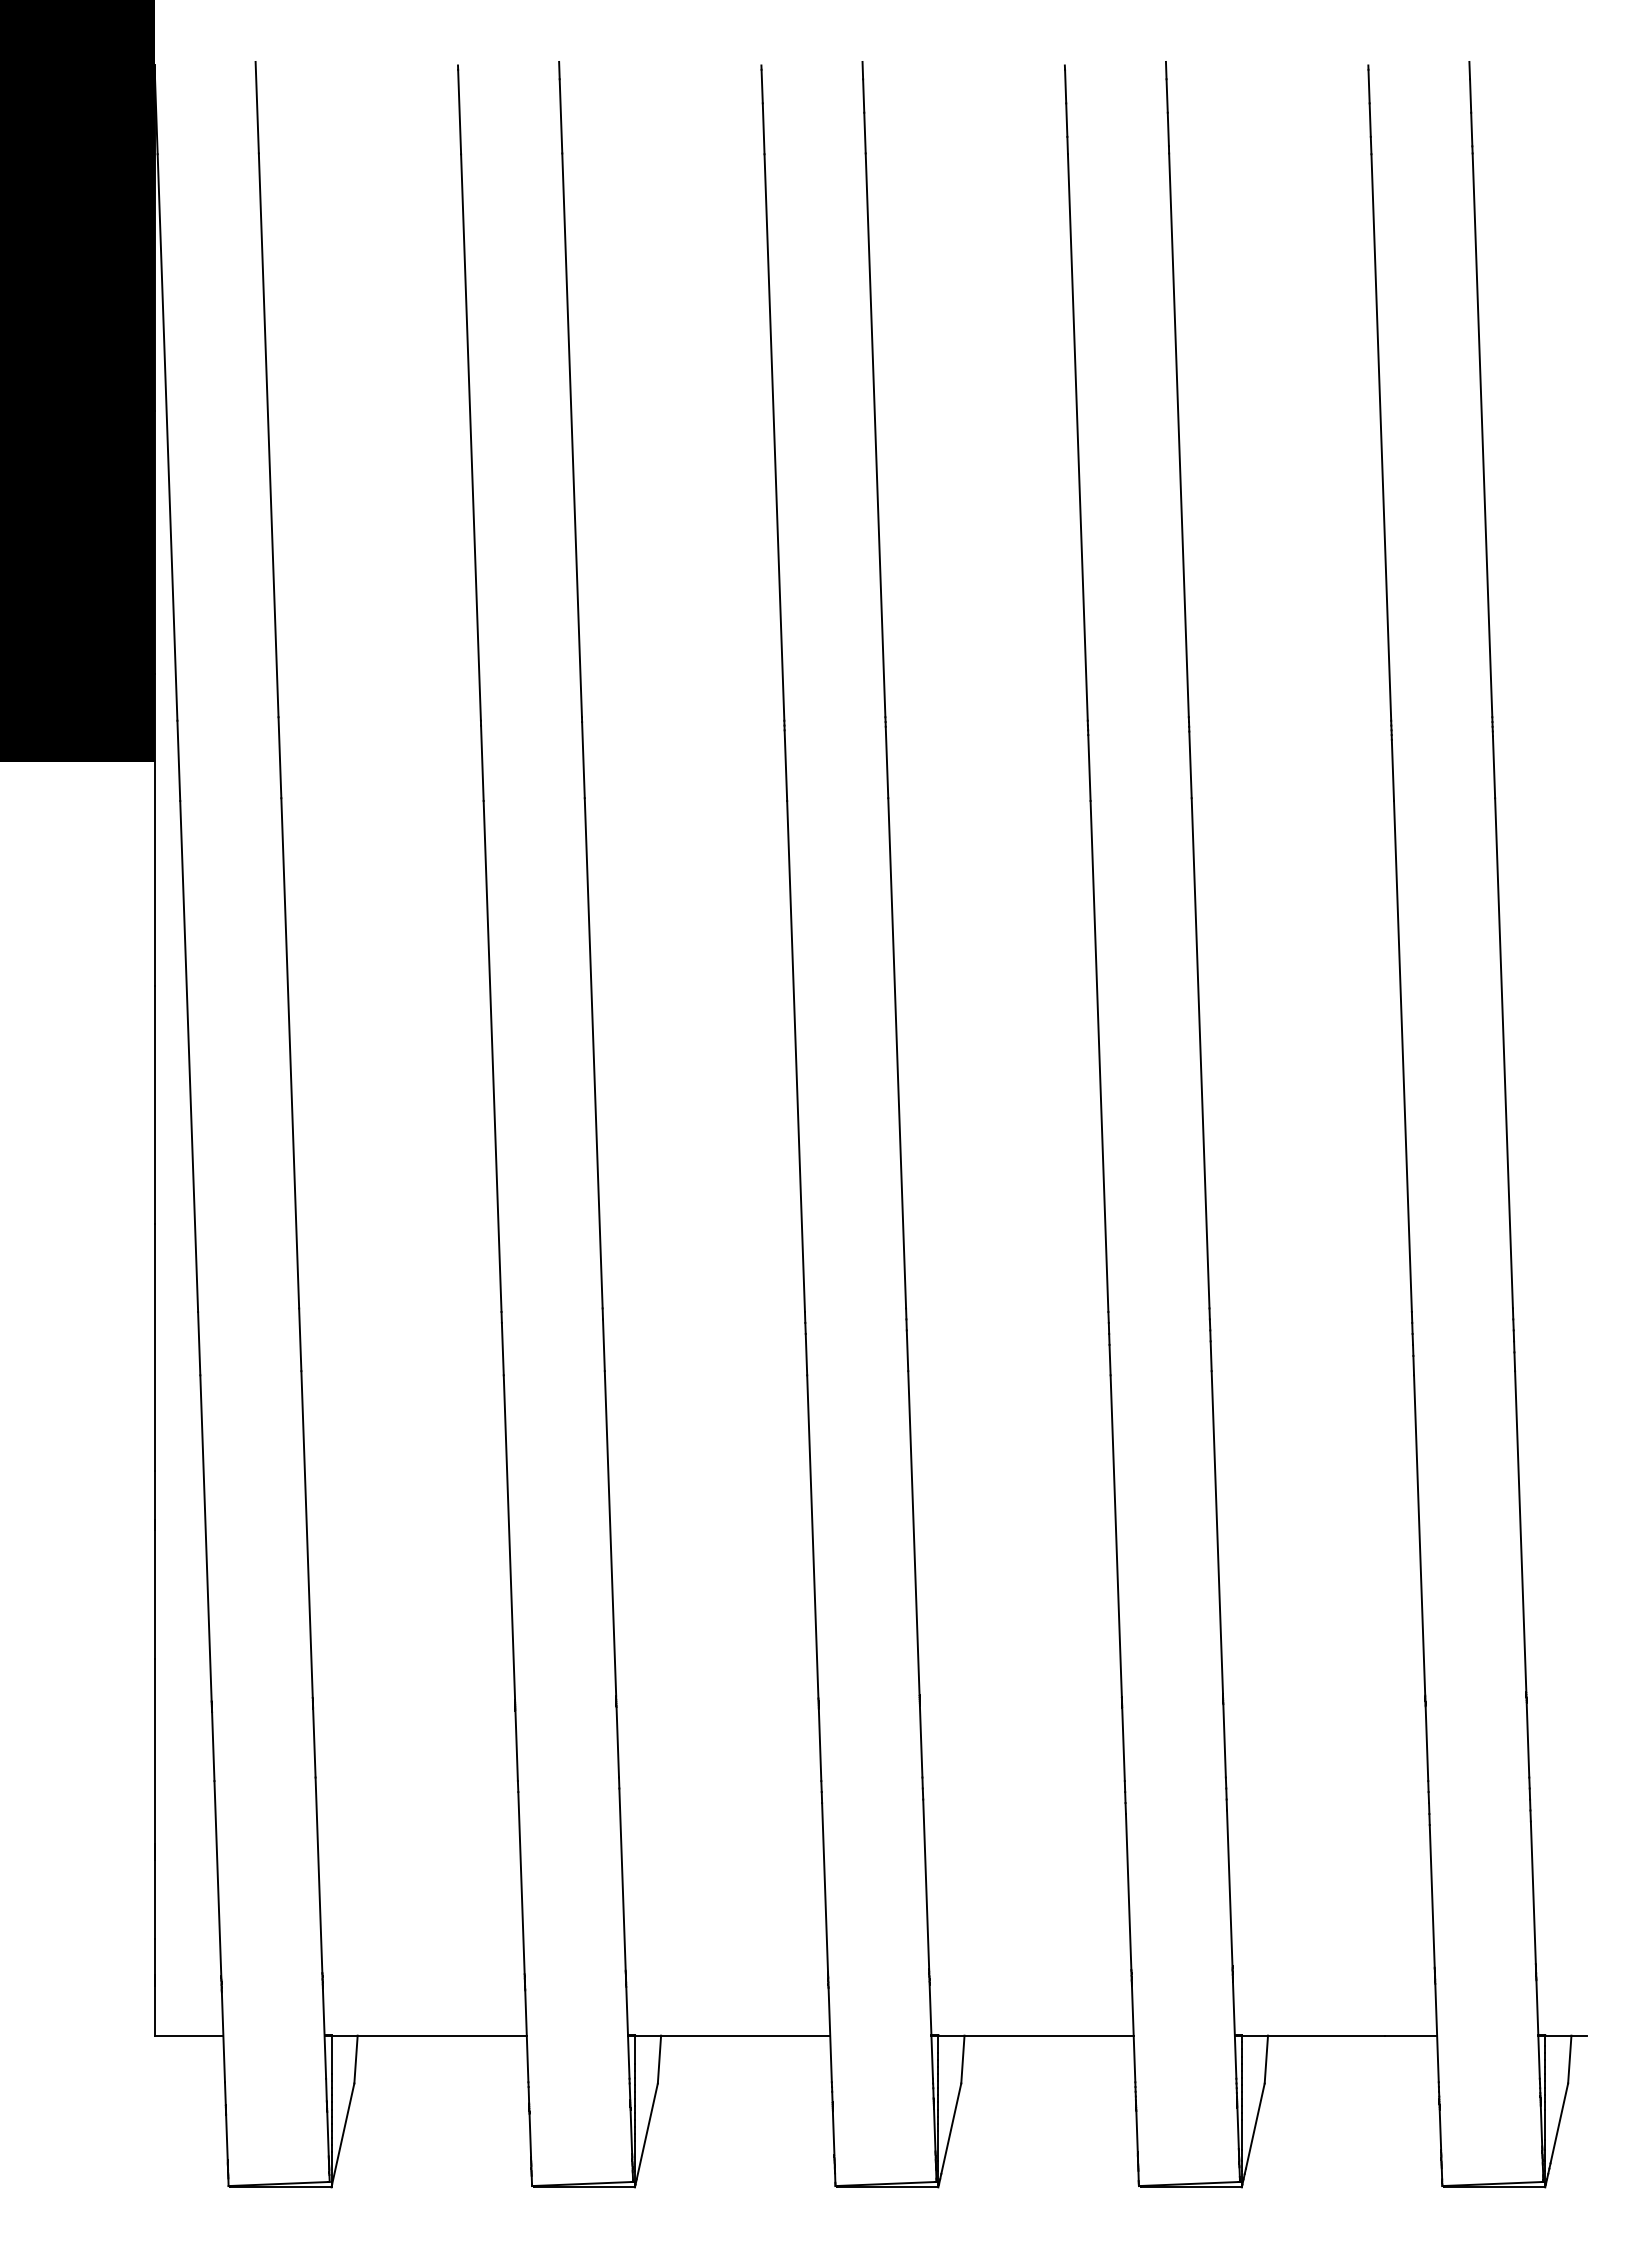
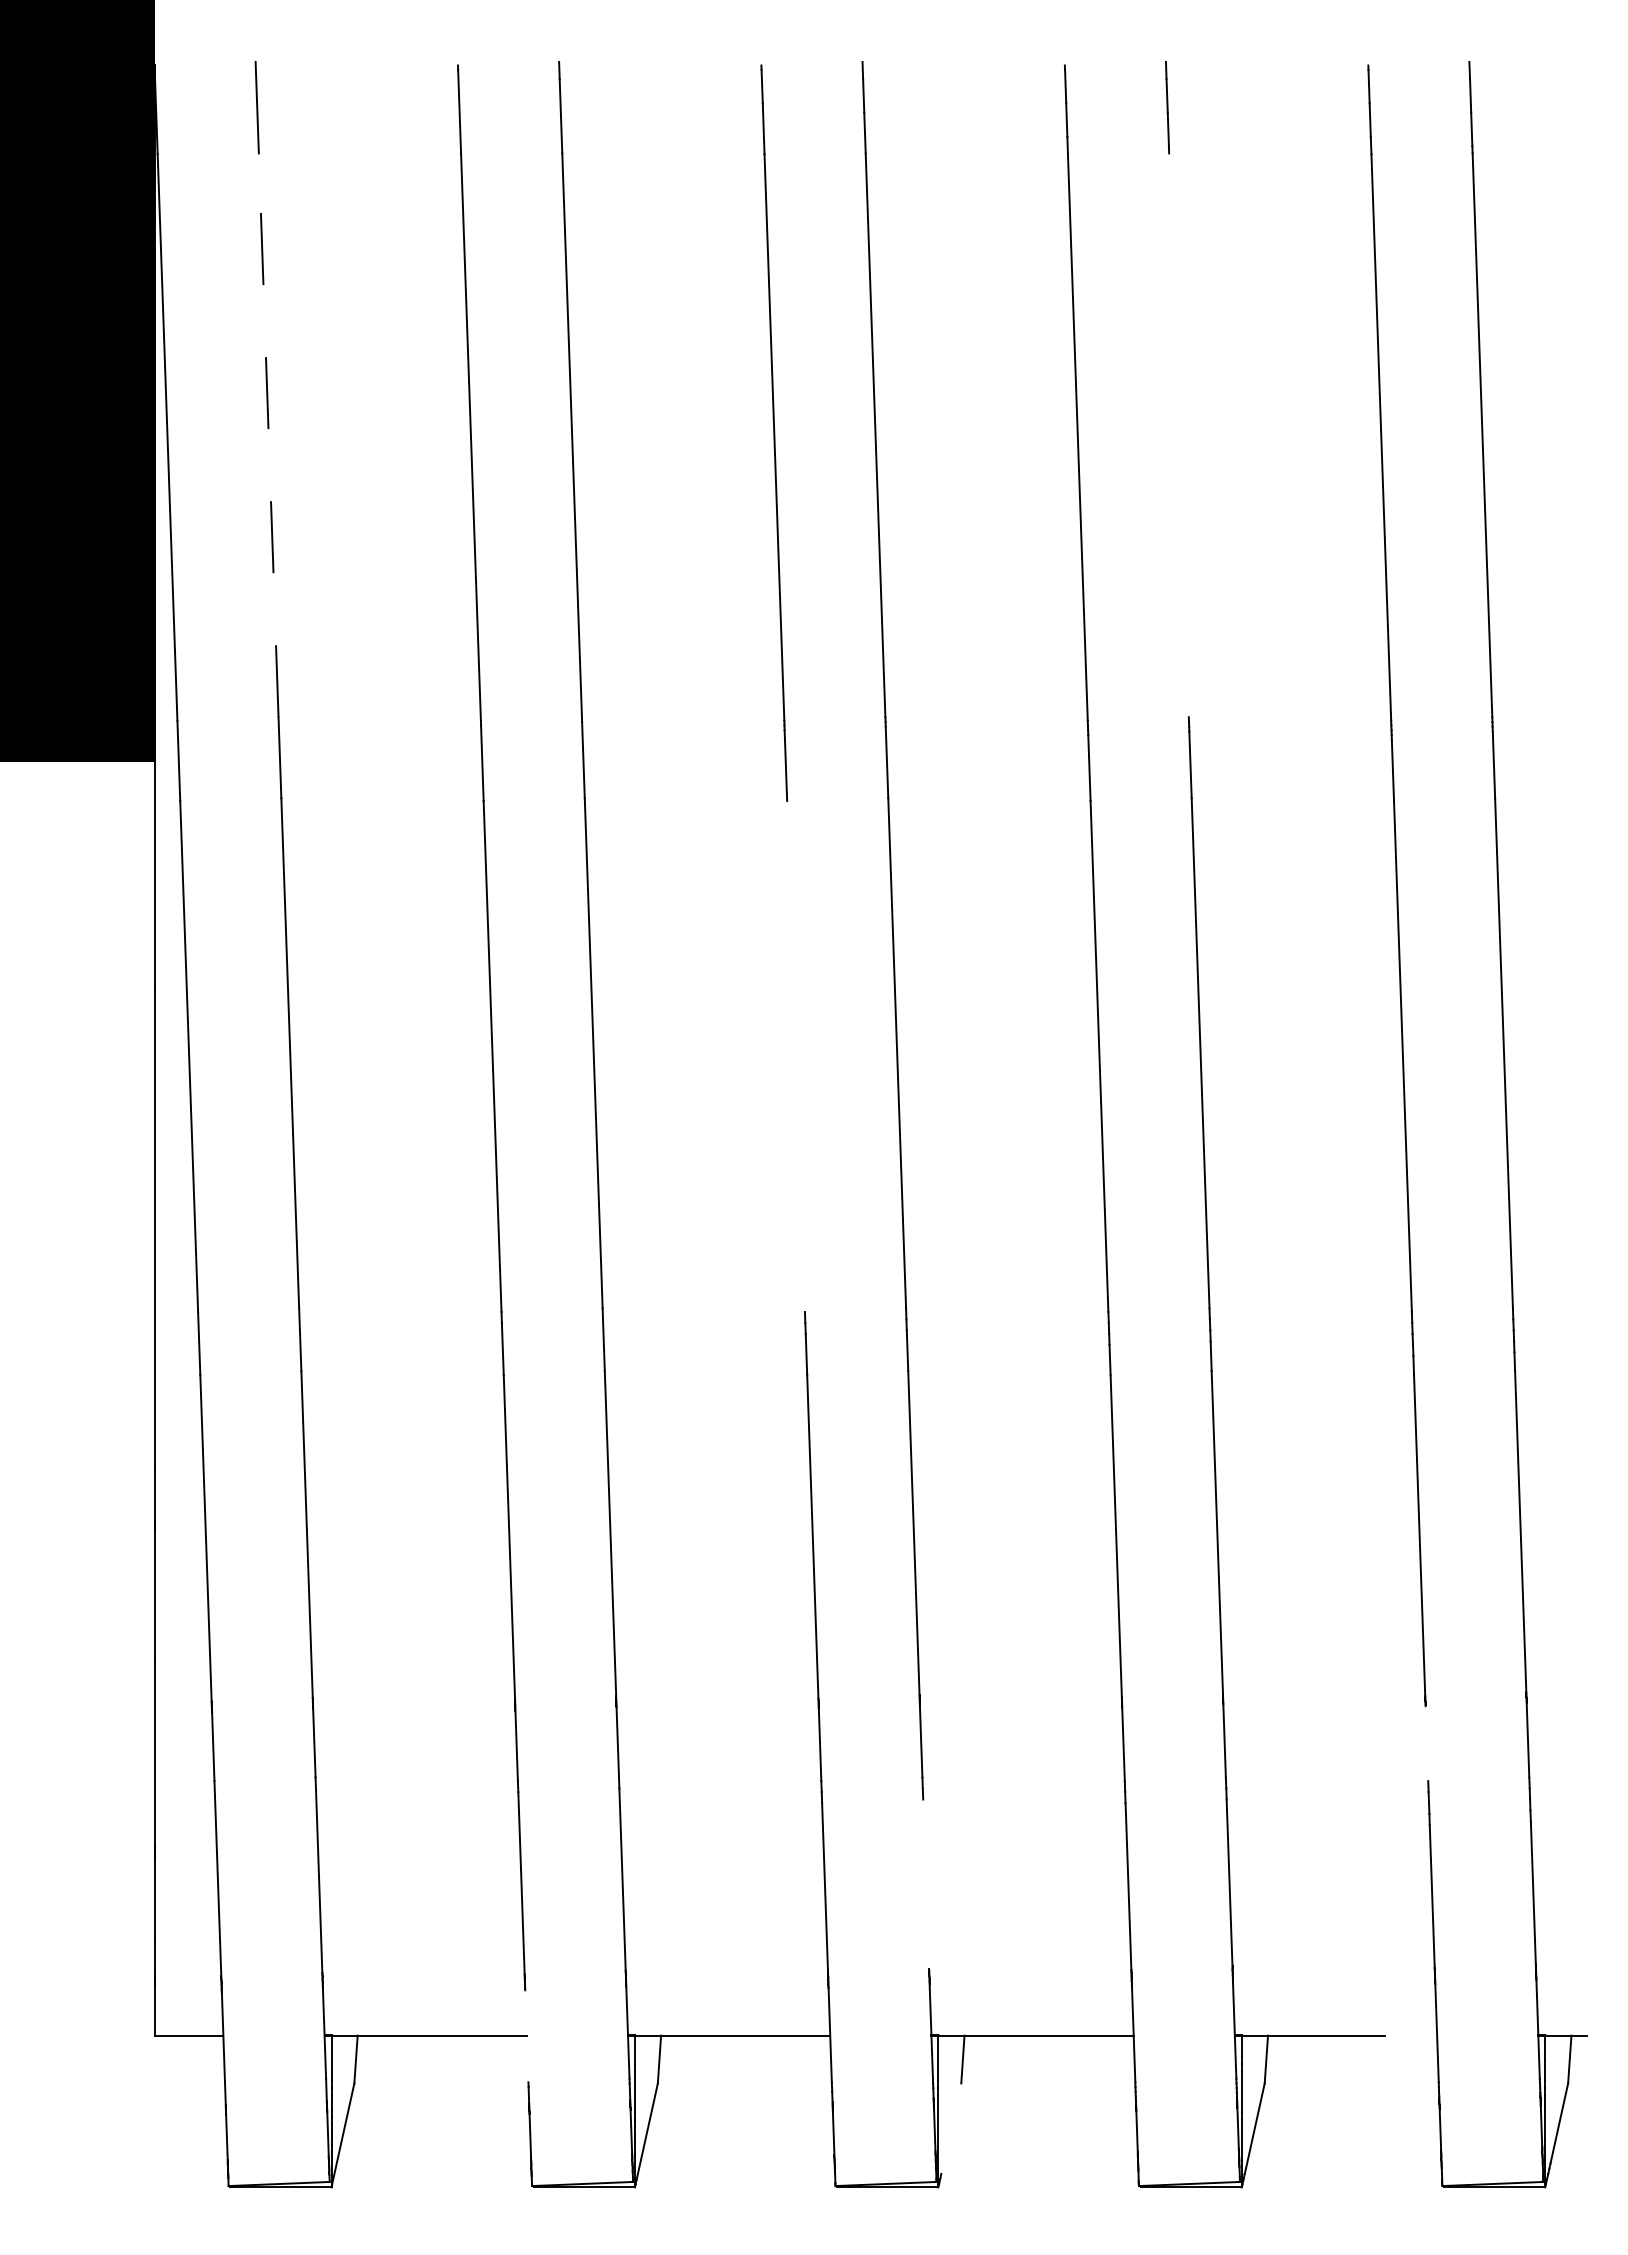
line at (268, 434): solid -> dashed
line at (1178, 435): present -> none
line at (795, 1055): present -> none
line at (1426, 1743): present -> none
line at (926, 1883): present -> none
line at (1411, 2035): present -> none
line at (526, 2036): present -> none
line at (951, 2128): present -> none
